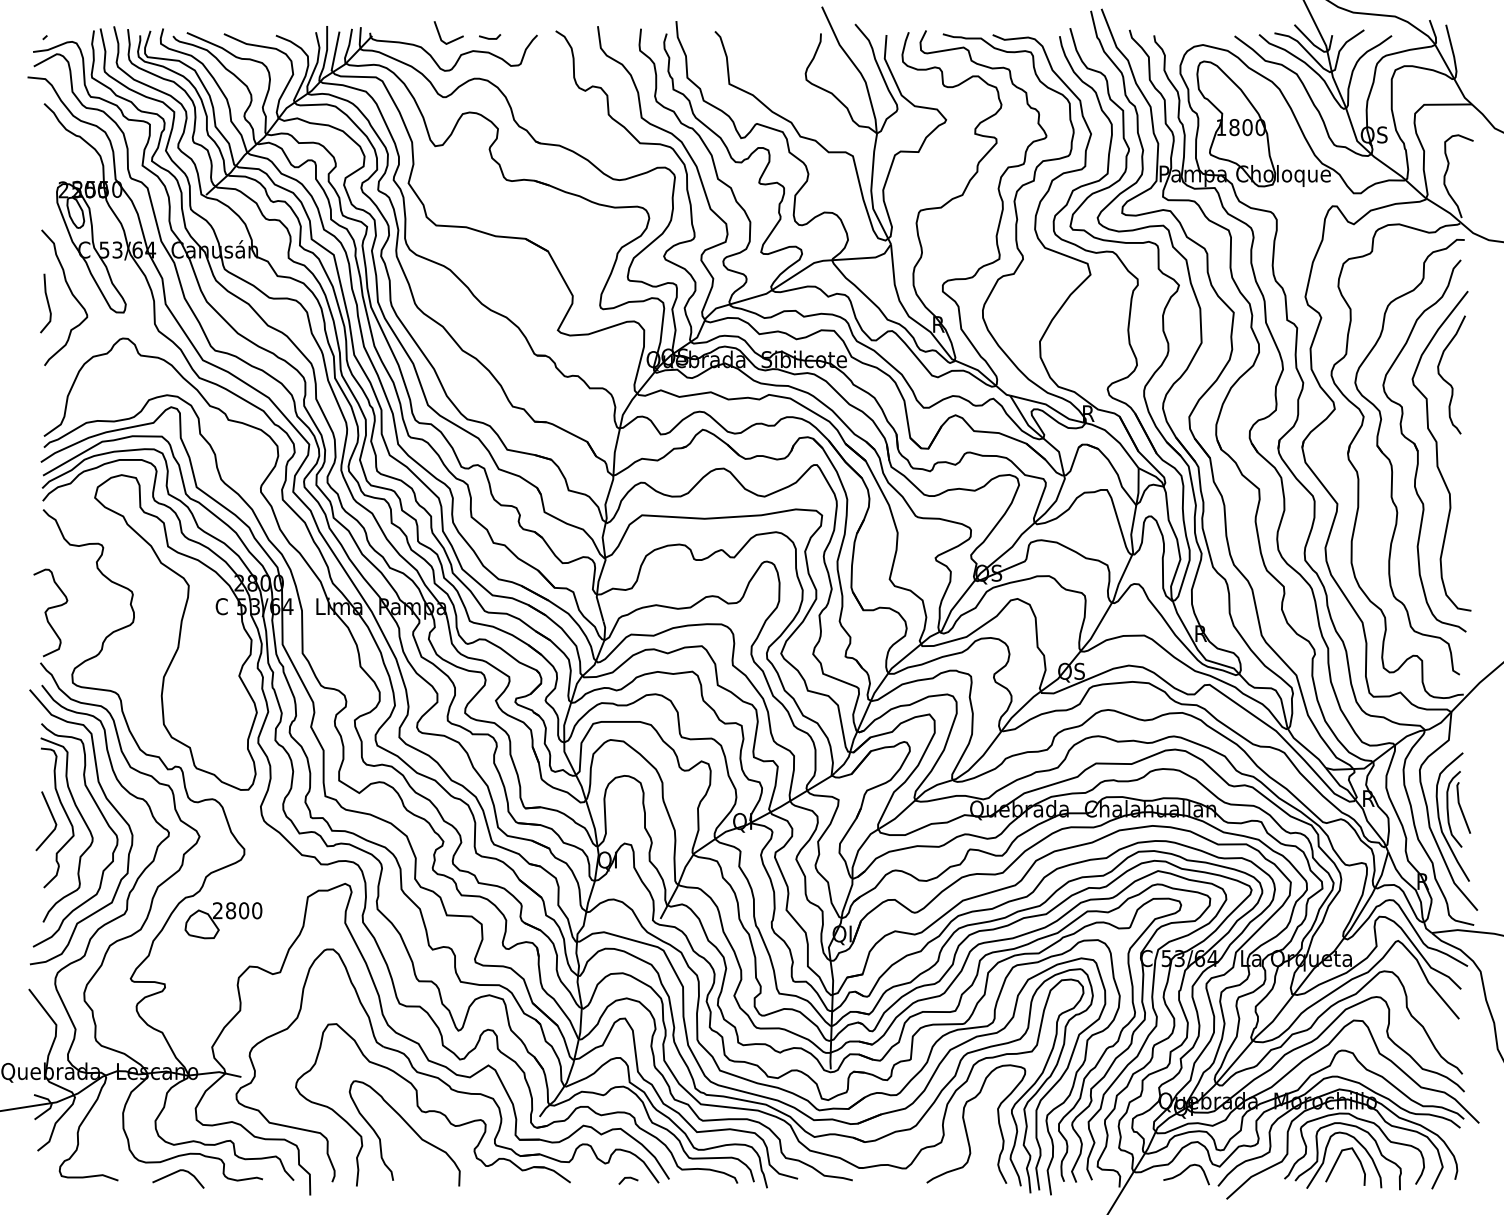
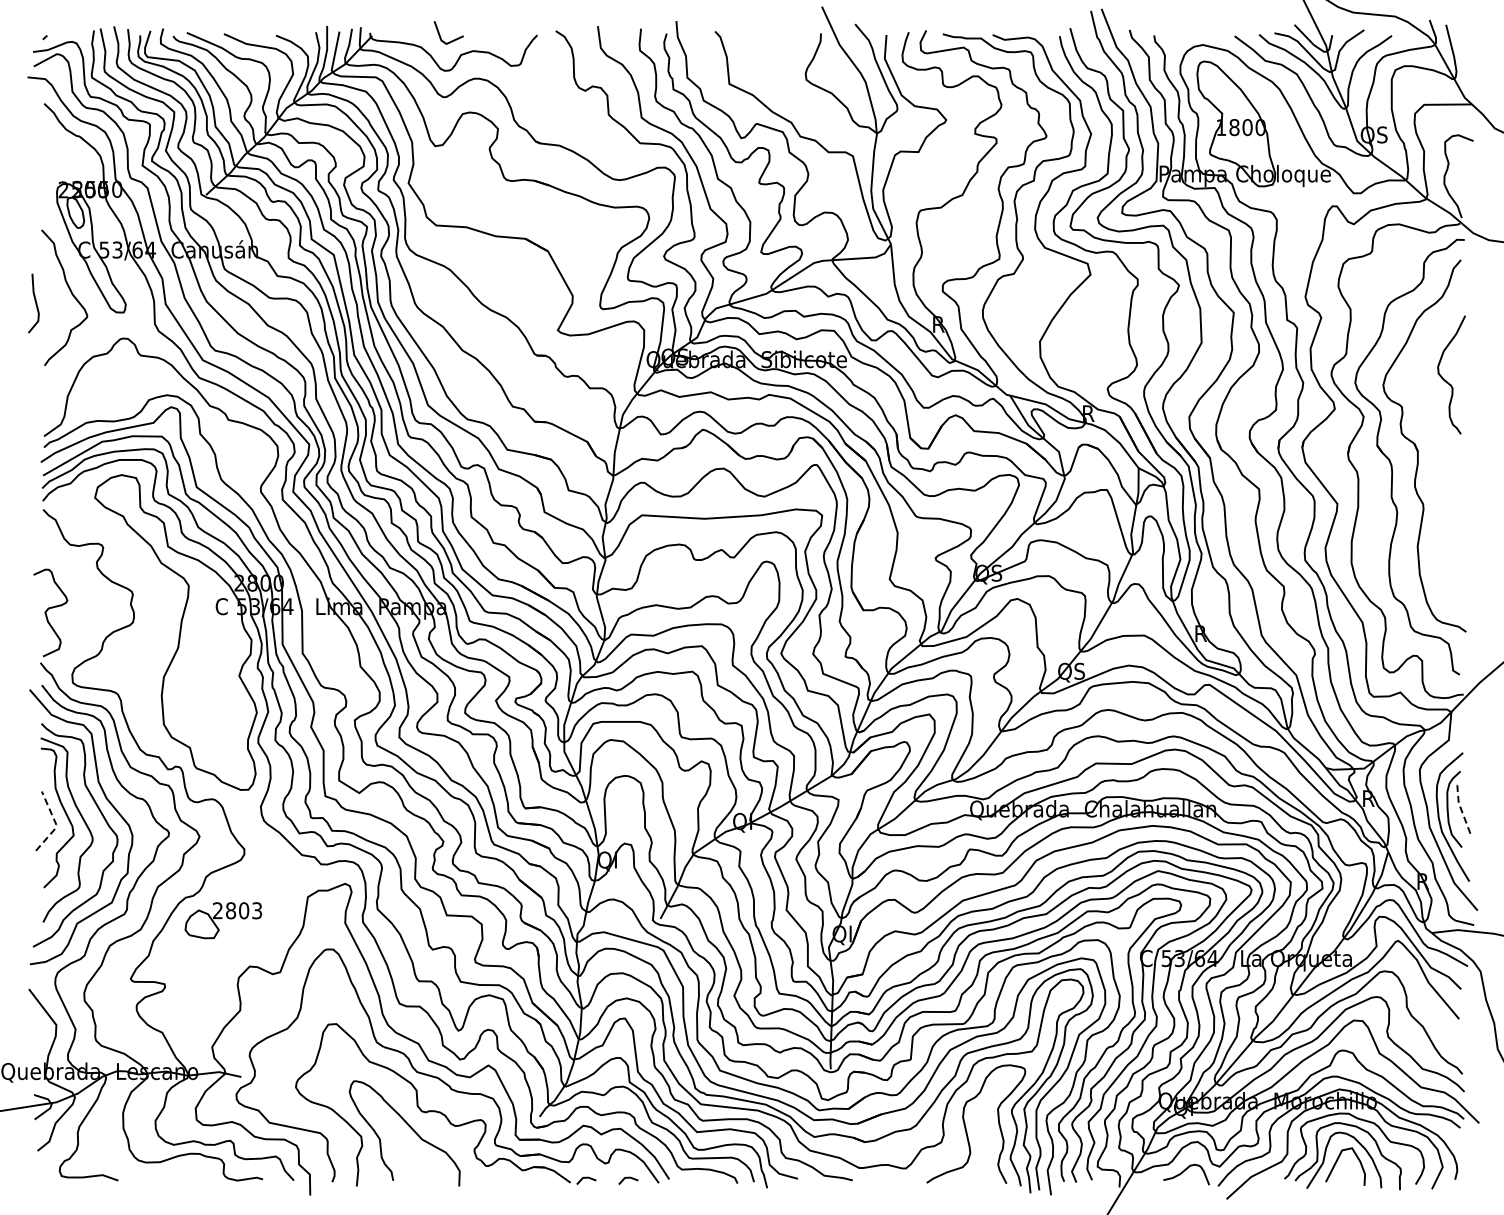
line at (490, 38): present -> none
line at (47, 303) position: (47, 303) -> (35, 303)
curve at (1437, 450): present -> none
line at (1460, 807): solid -> dashed
line at (56, 823): solid -> dashed
text at (257, 910): 2800 -> 2803
curve at (175, 1173): present -> none
line at (586, 1178): none -> present
